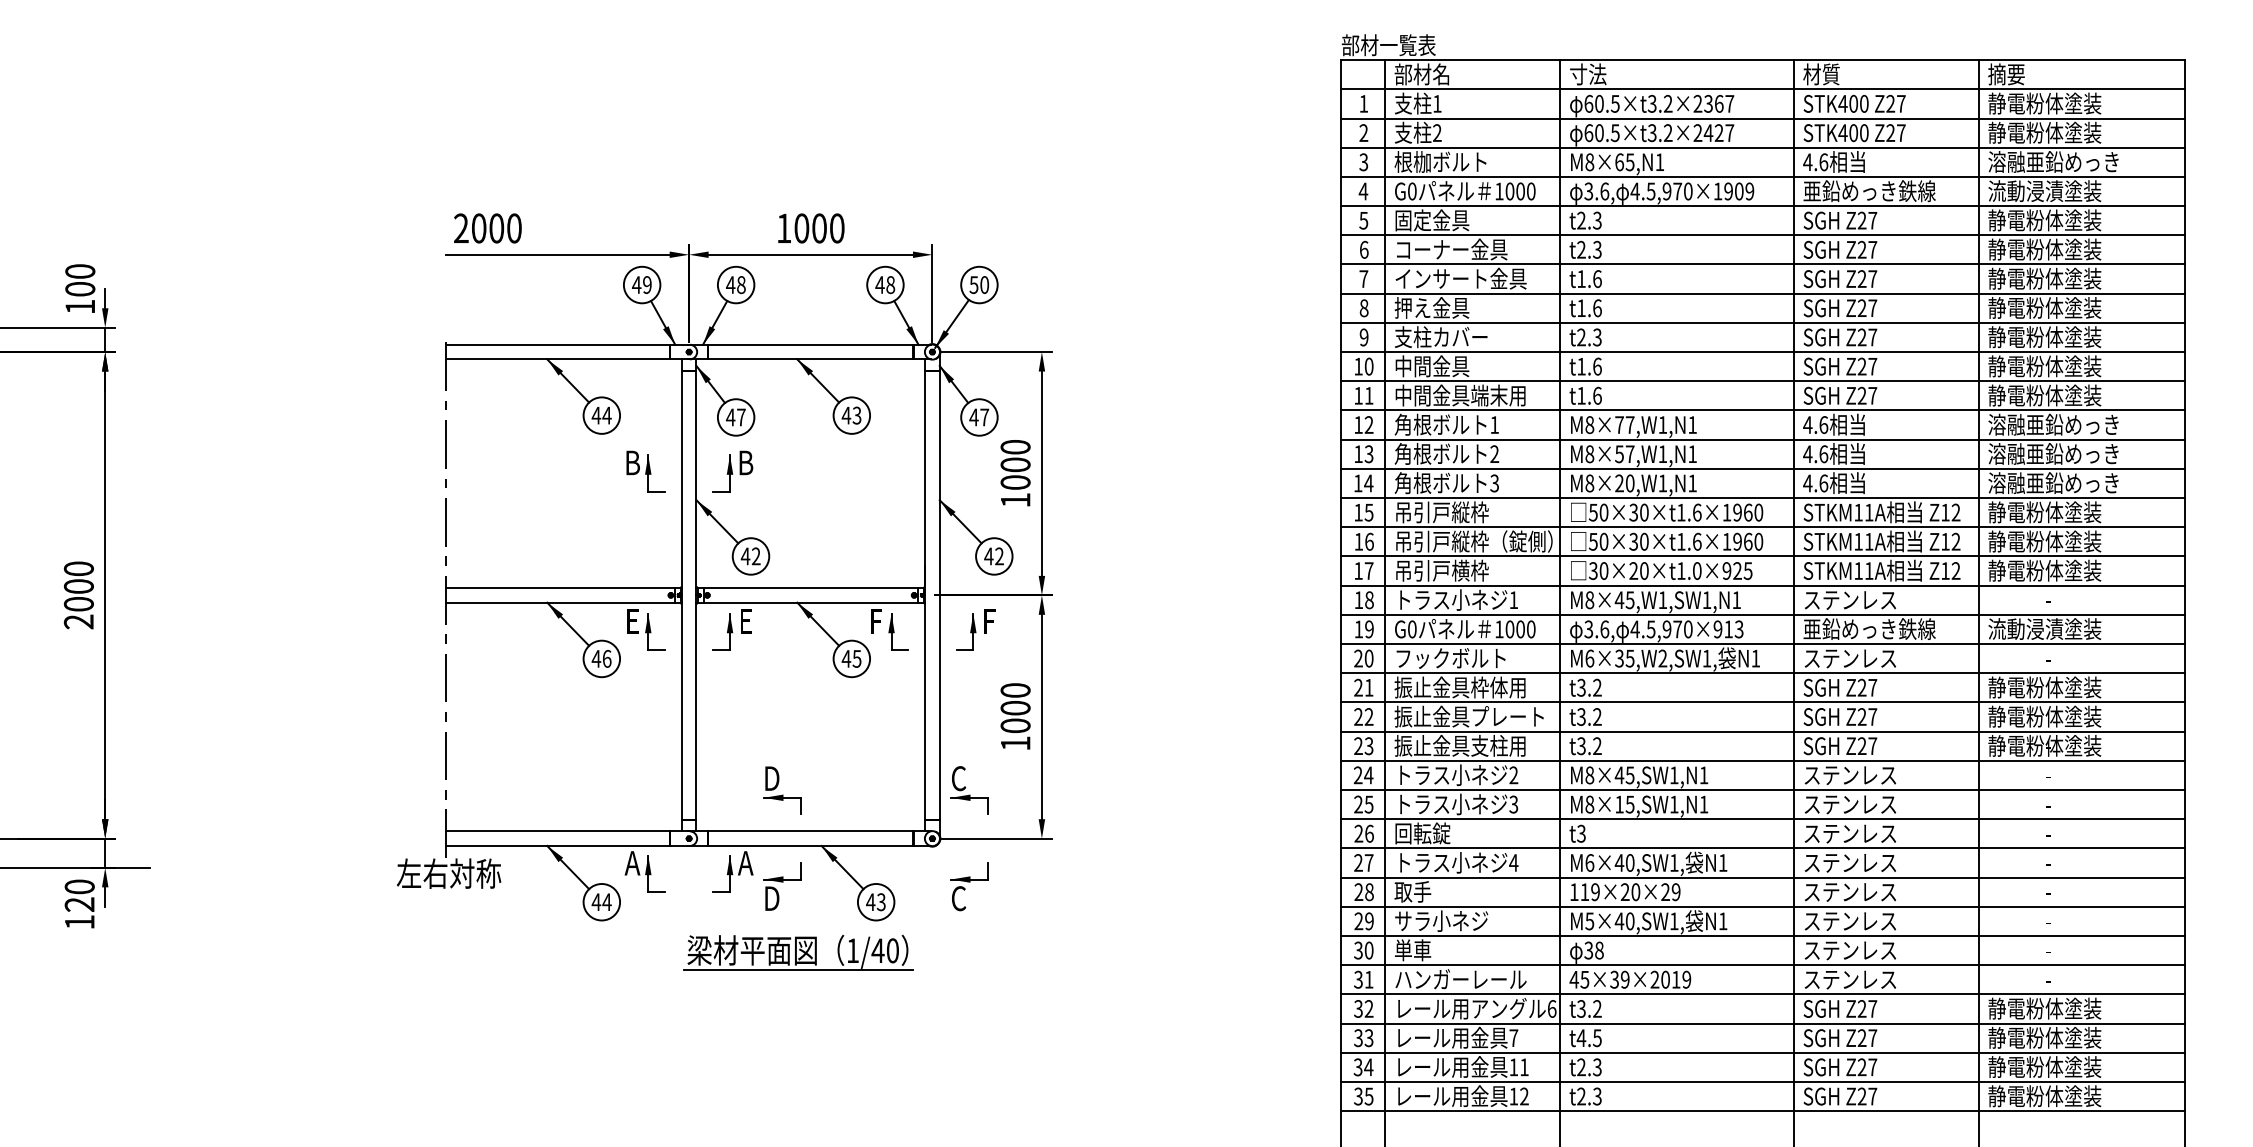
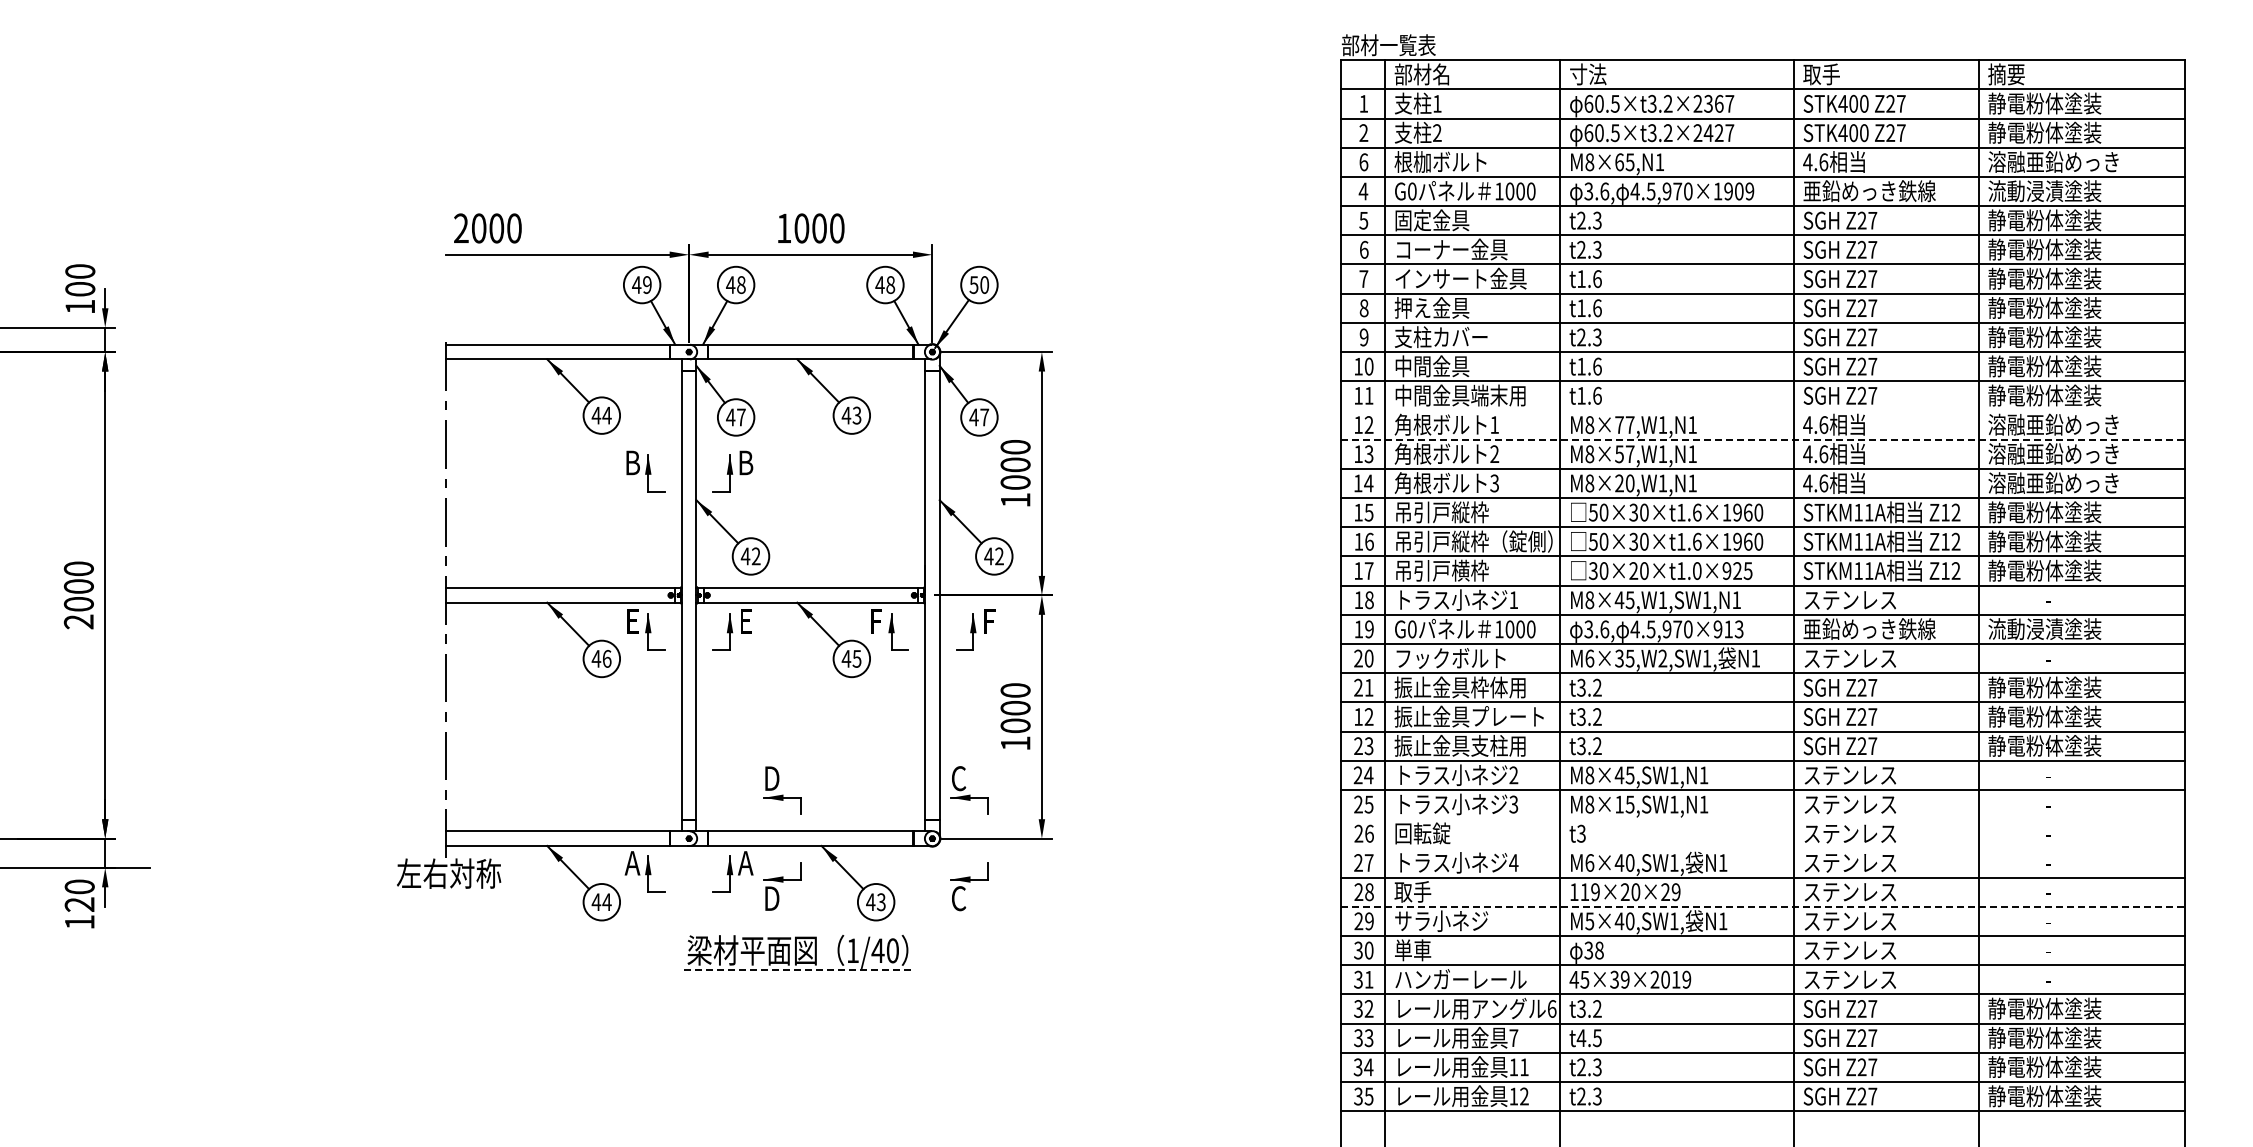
text at (1821, 74): 材質 -> 取手
text at (1363, 162): 3 -> 6
line at (1763, 410): present -> none
line at (1763, 439): solid -> dashed
text at (1358, 716): 22 -> 12
line at (1763, 819): present -> none
line at (1763, 848): present -> none
line at (1763, 906): solid -> dashed
line at (798, 969): solid -> dashed
